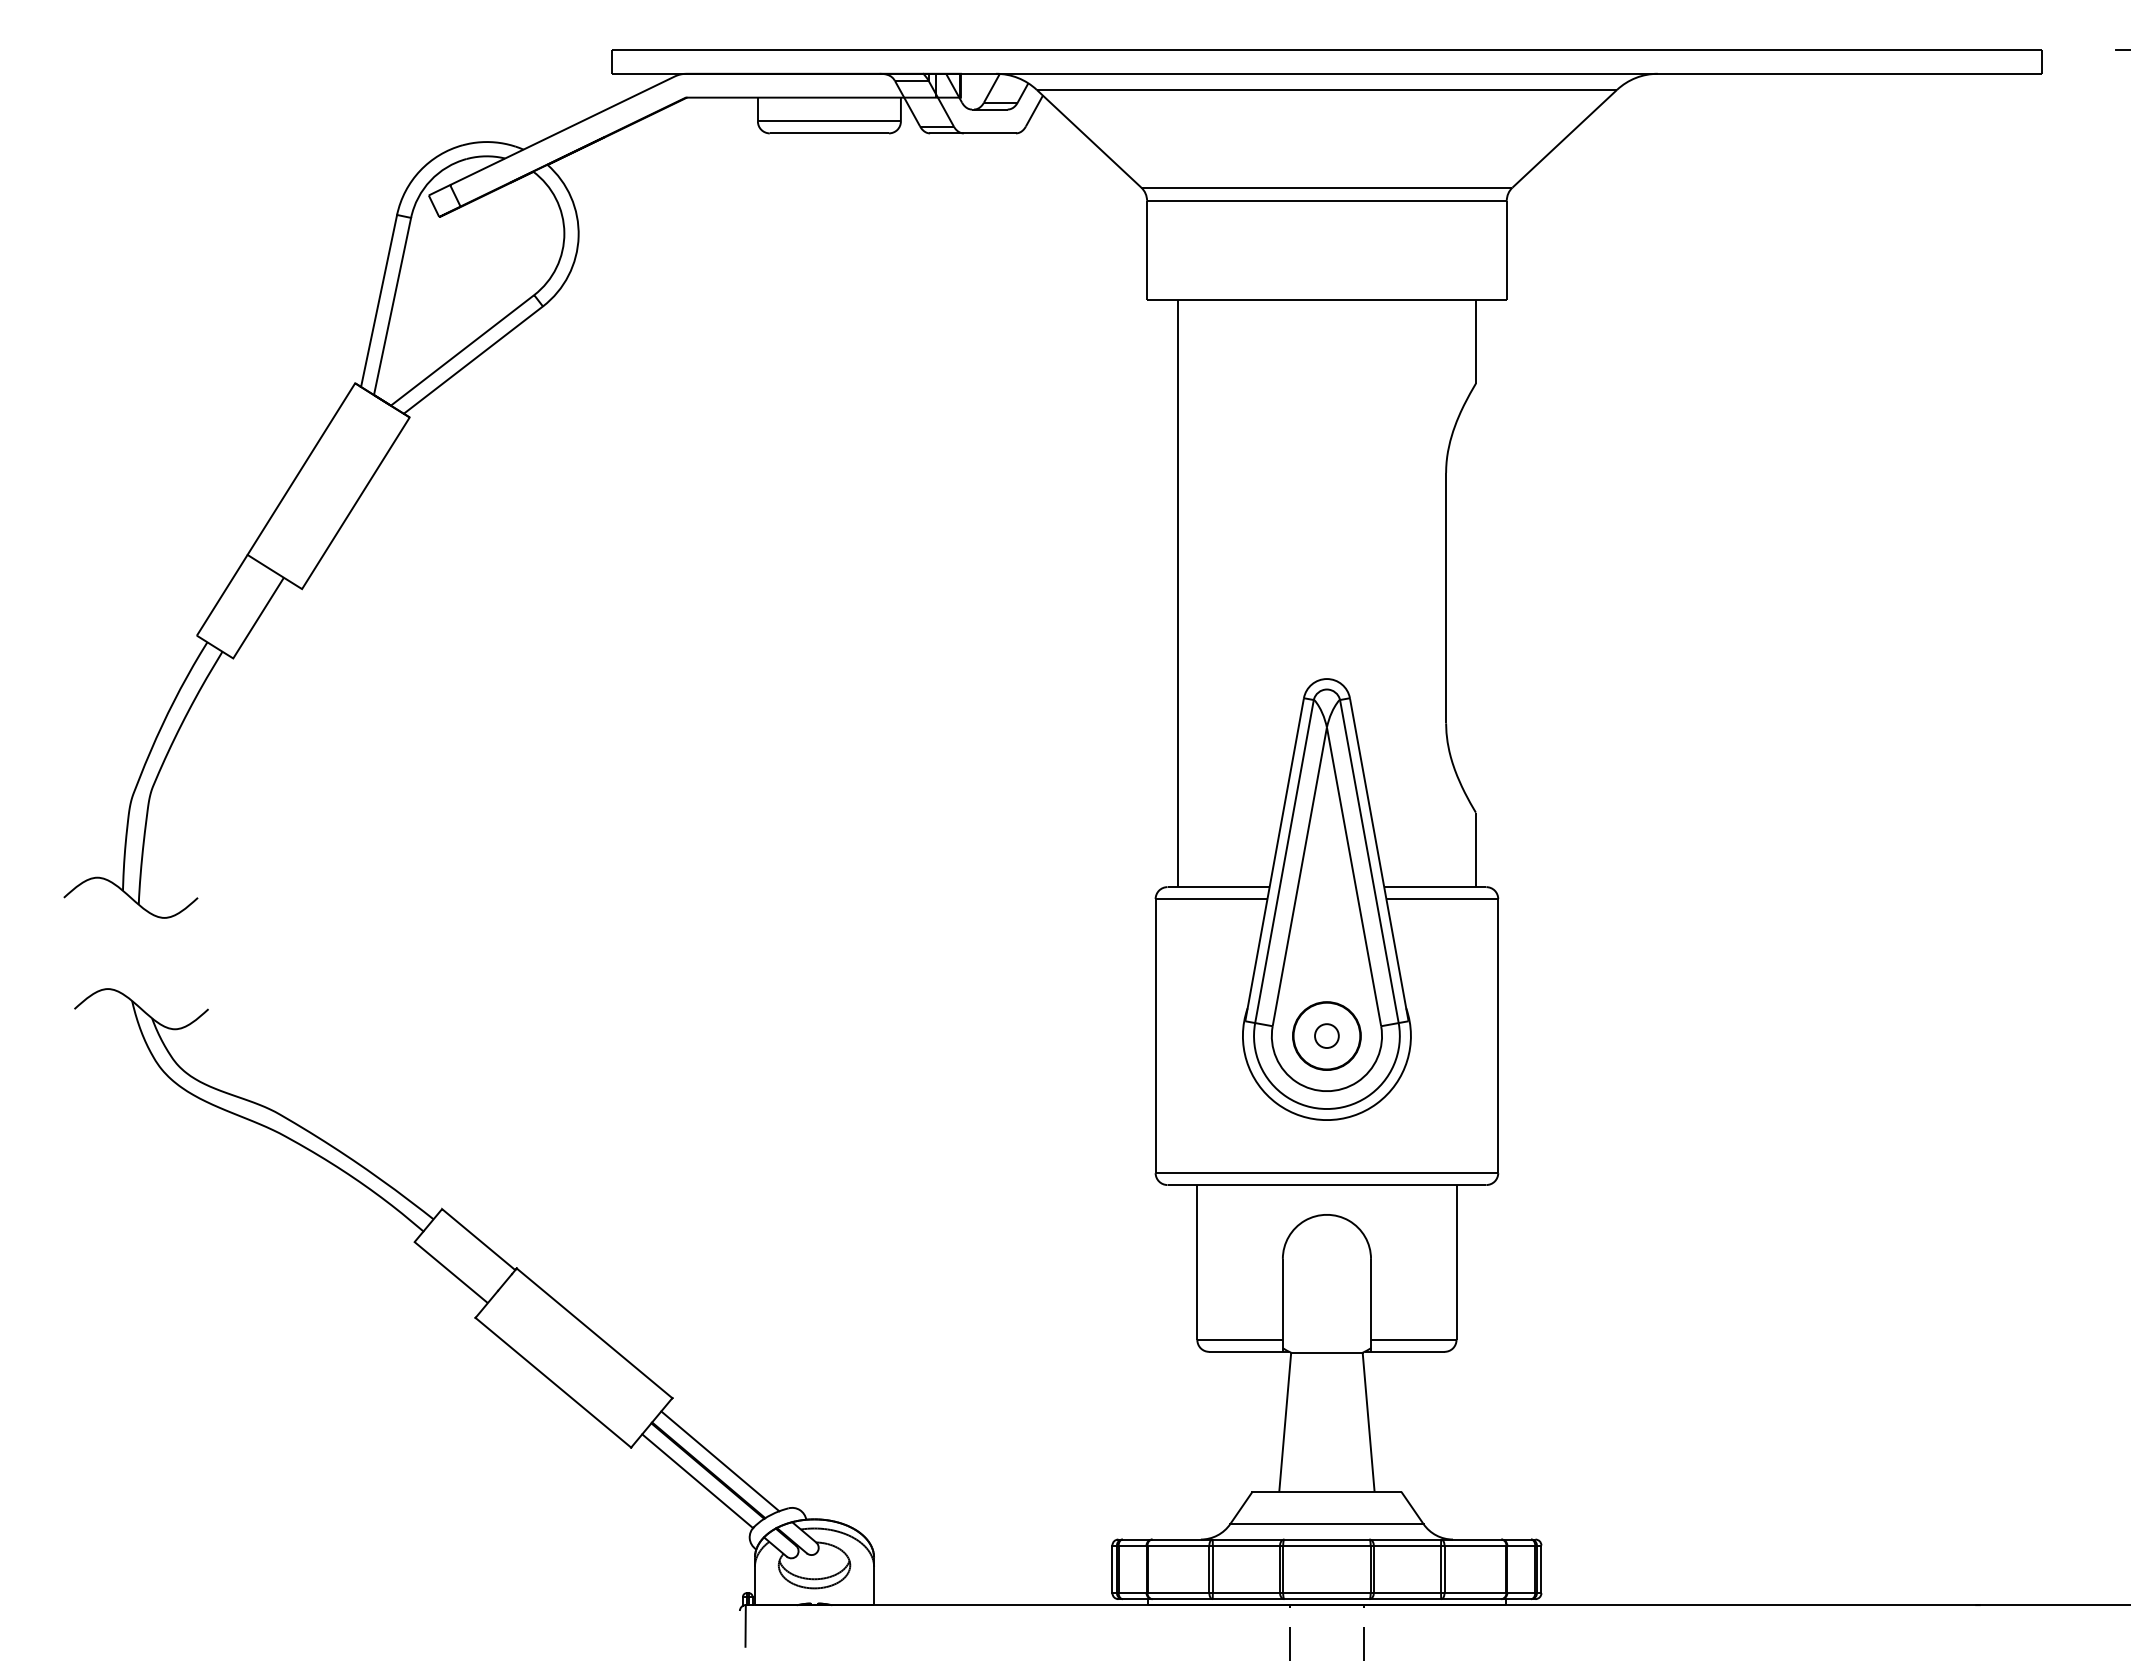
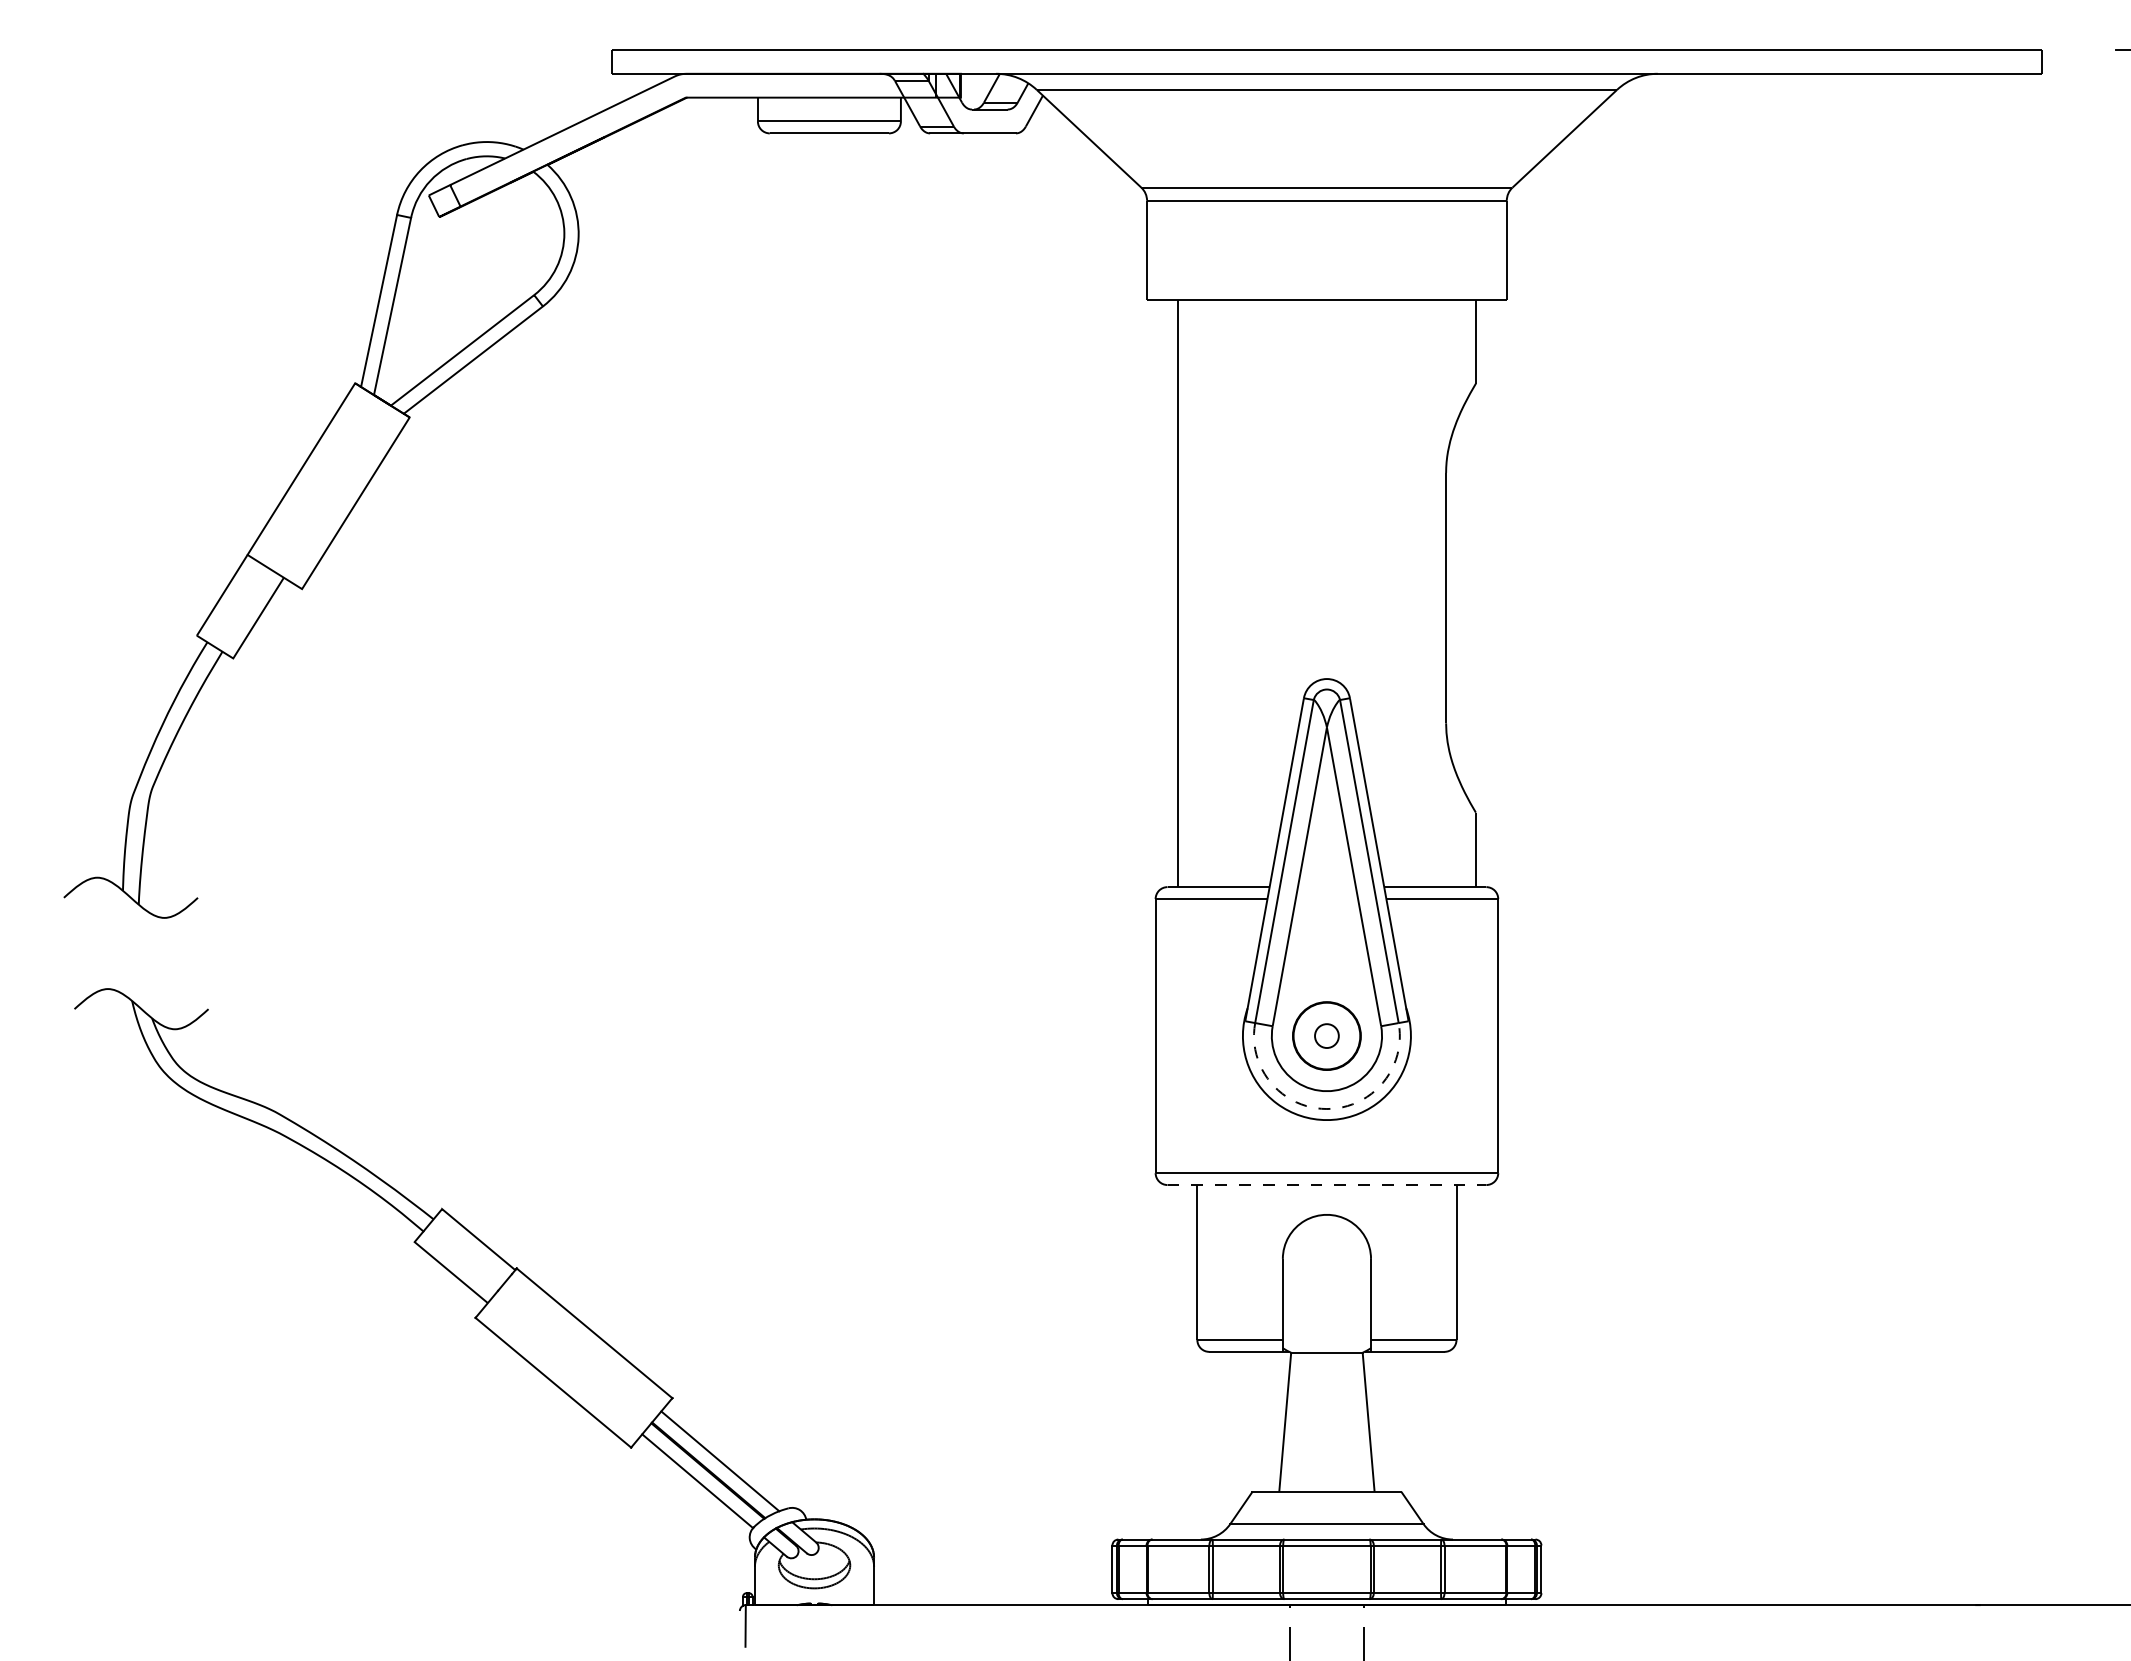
line at (1326, 1109): solid -> dashed
line at (1327, 1185): solid -> dashed
